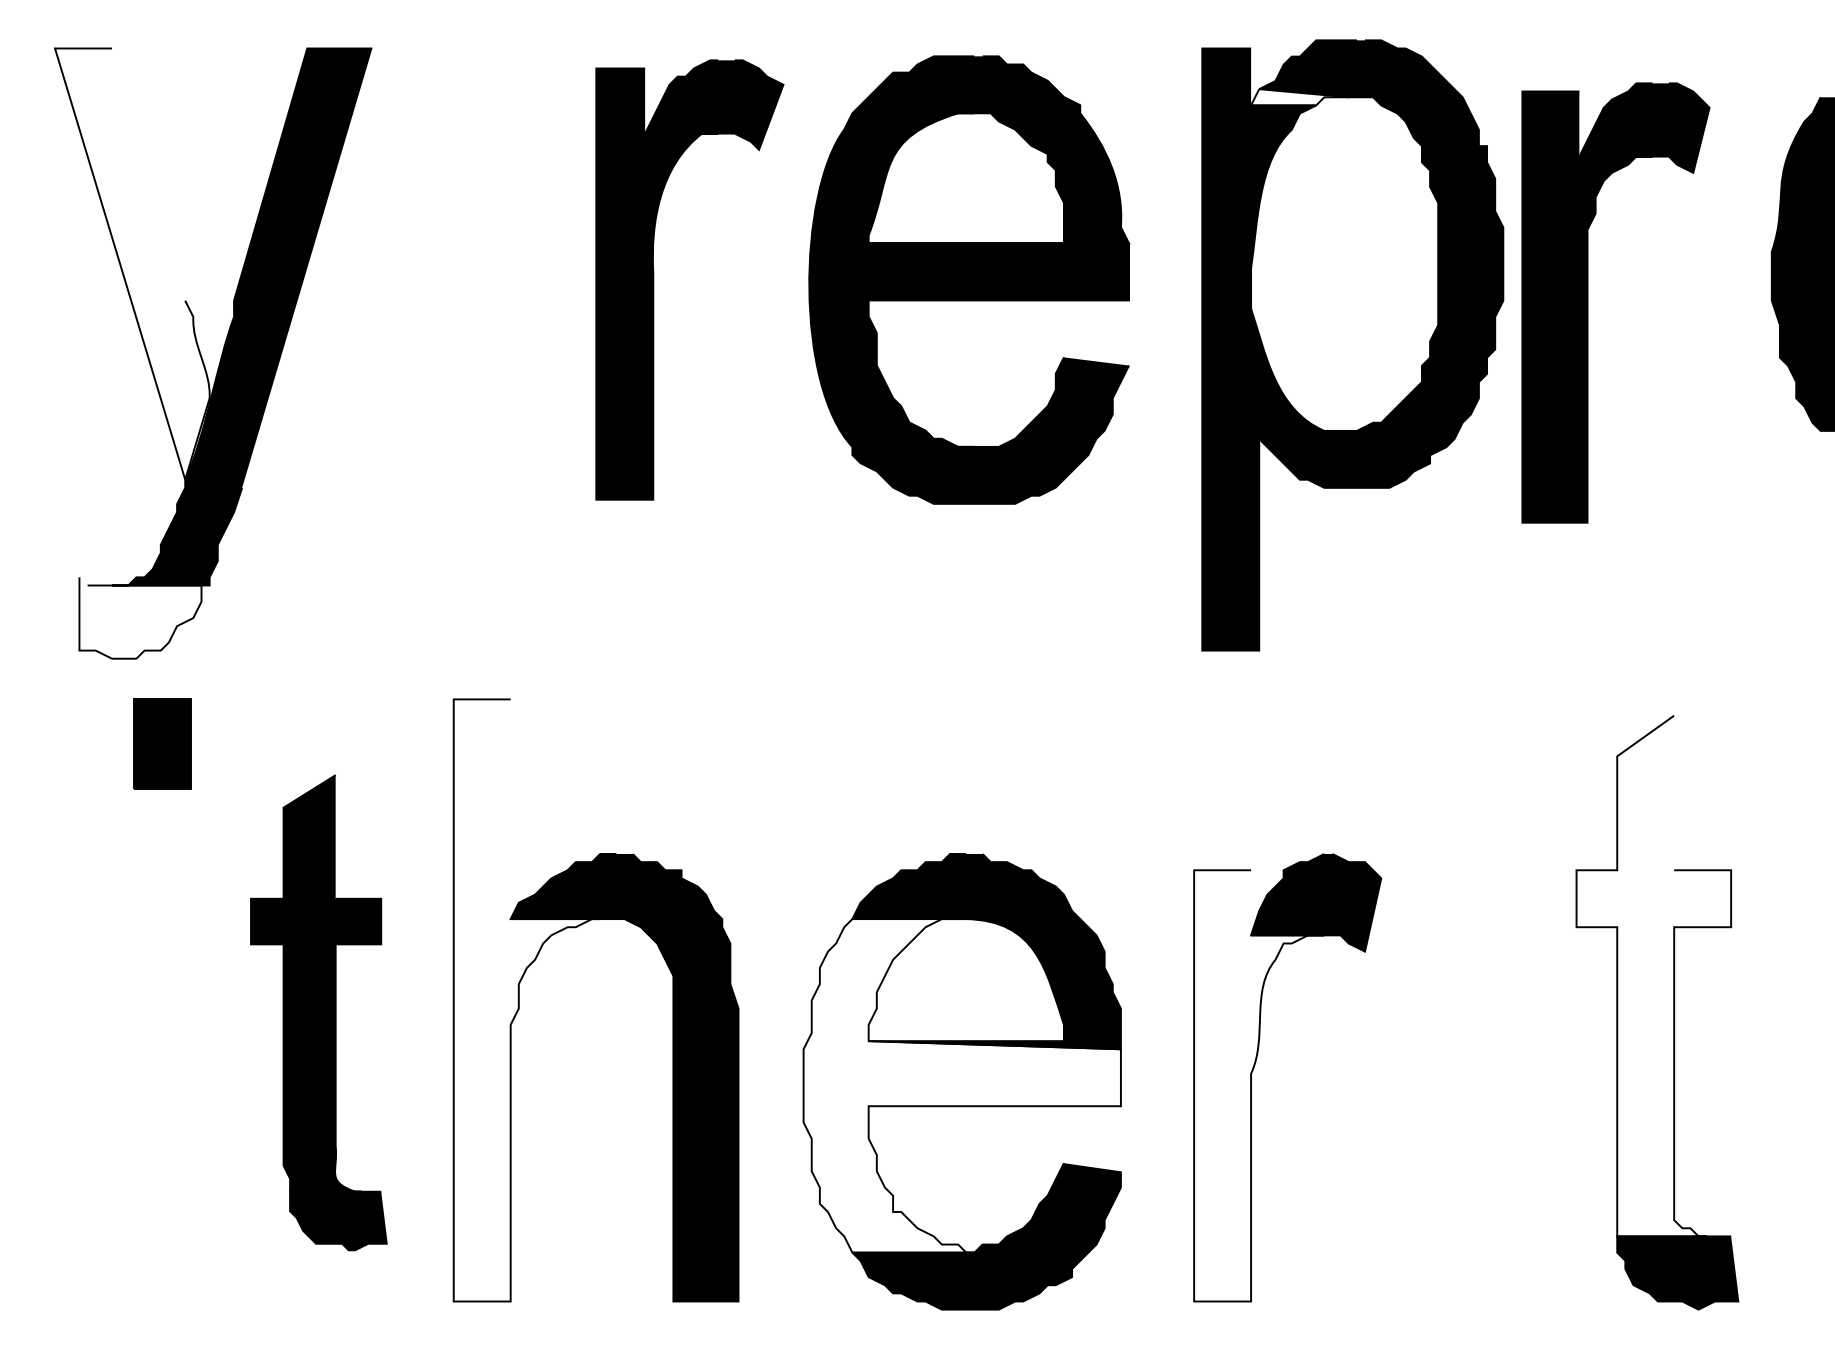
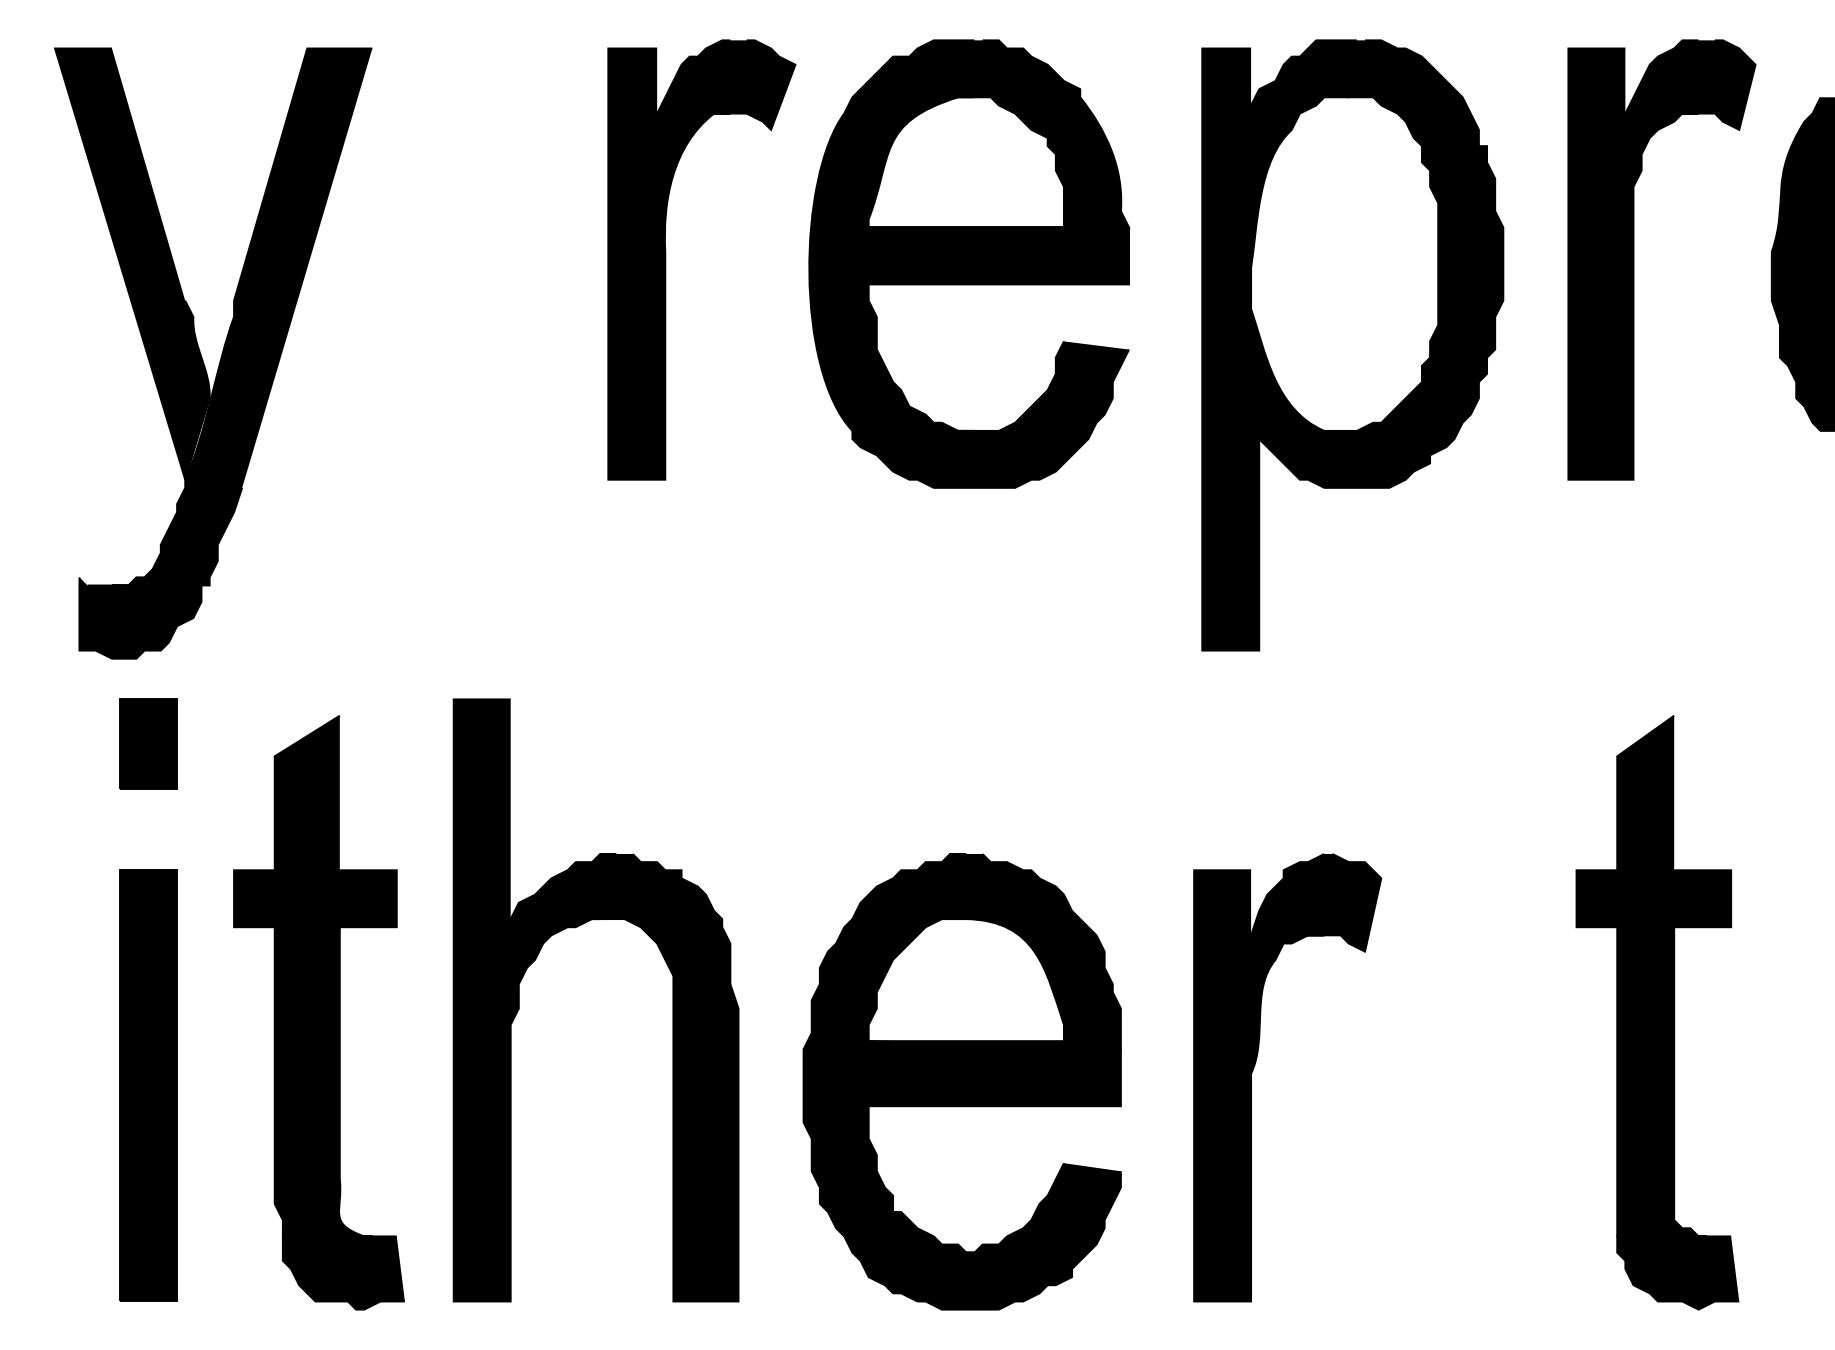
fill at (1299, 97): none -> present
fill at (132, 263): none -> present
part at (654, 279) position: (654, 279) -> (666, 259)
part at (969, 279) position: (969, 279) -> (969, 263)
part at (1588, 302) position: (1588, 302) -> (1634, 259)
fill at (140, 617): none -> present
part at (162, 743) position: (162, 743) -> (148, 743)
fill at (1653, 975): none -> present
fill at (526, 1000): none -> present
part at (318, 1012) size: 138x478 px -> 172x596 px
part at (148, 1085): none -> present
fill at (961, 1085): none -> present
fill at (1259, 1085): none -> present
